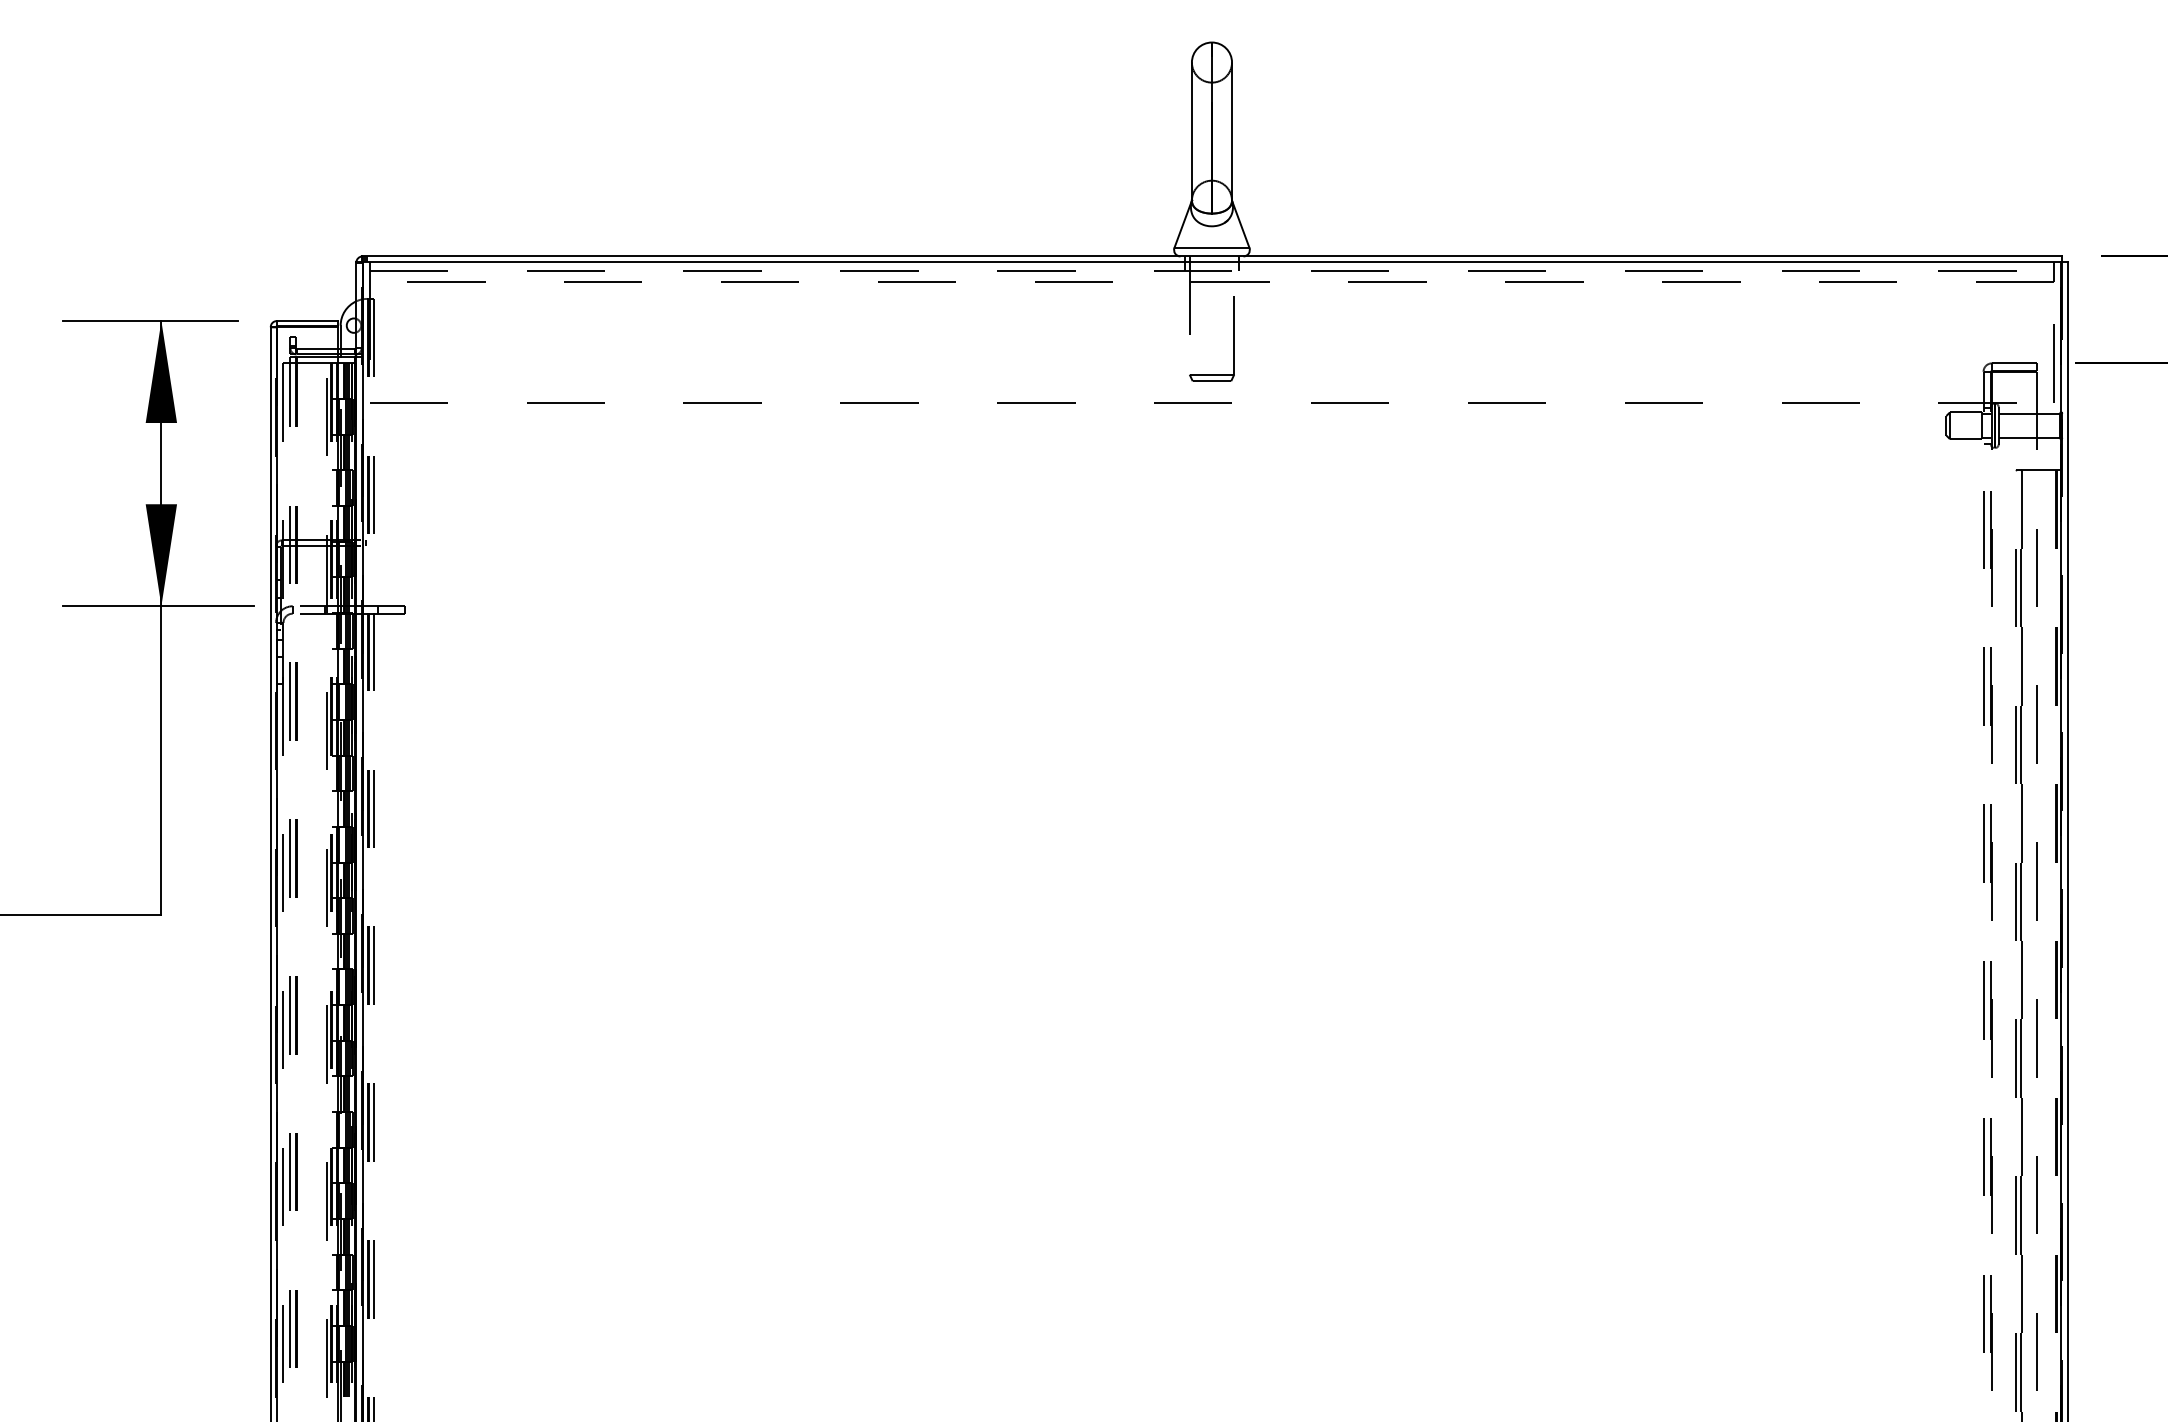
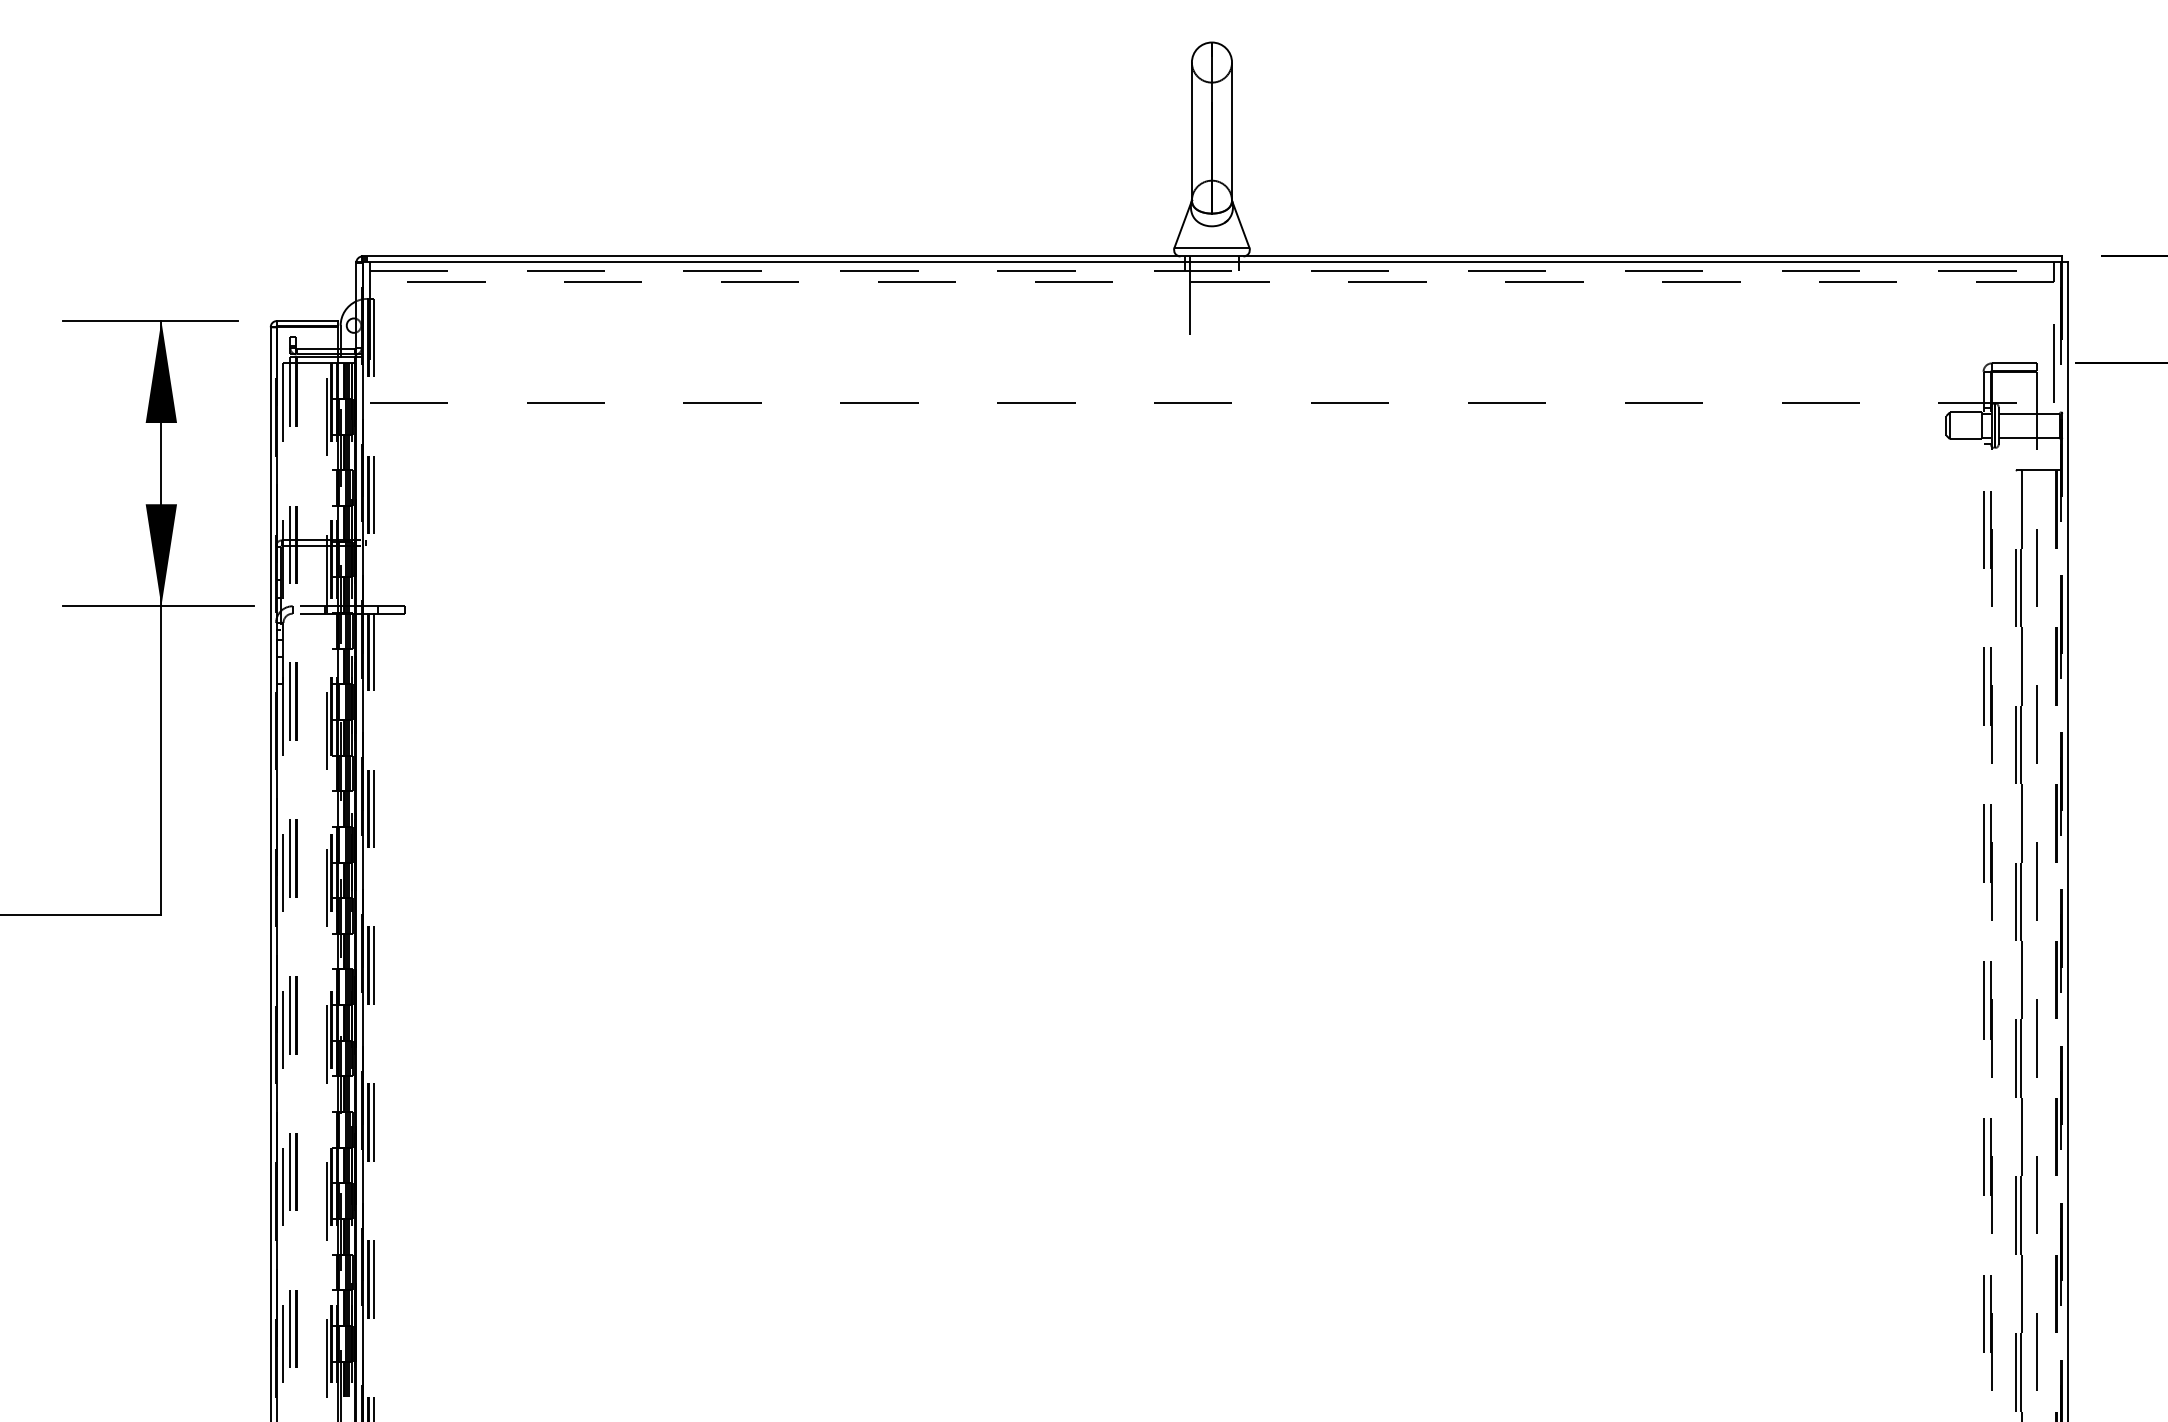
part at (1233, 338): present -> none
line at (2061, 841): solid -> dashed
